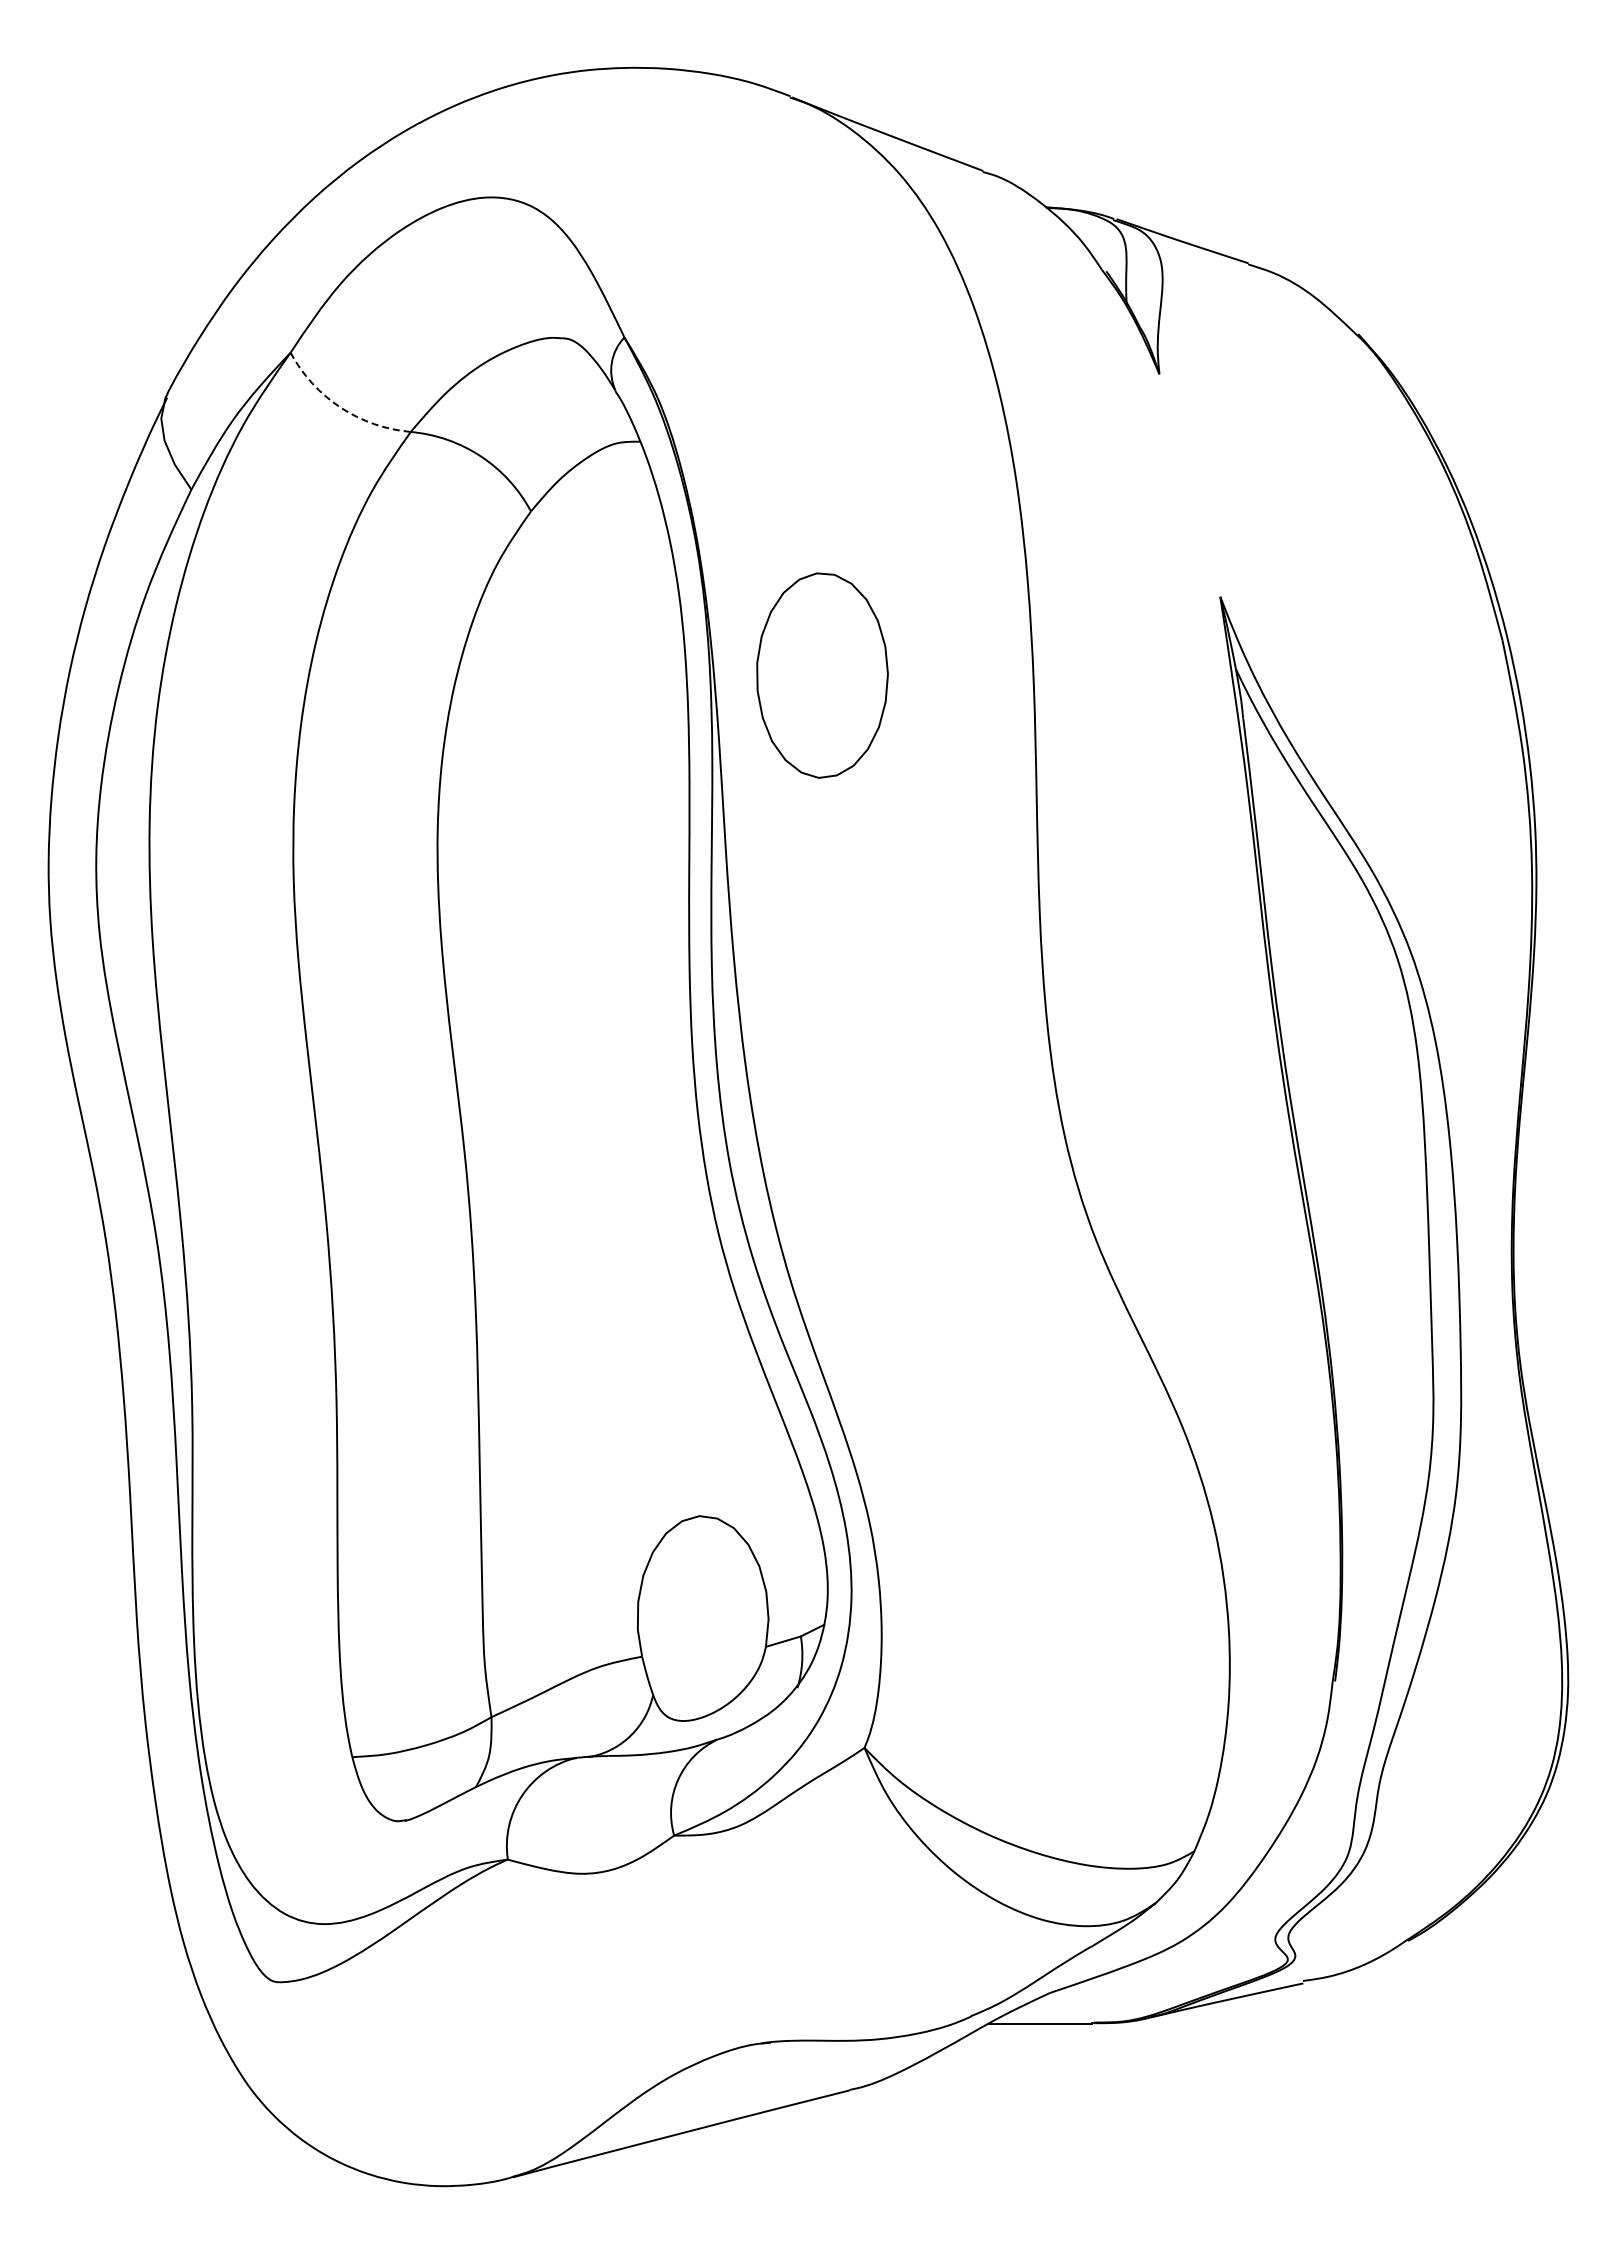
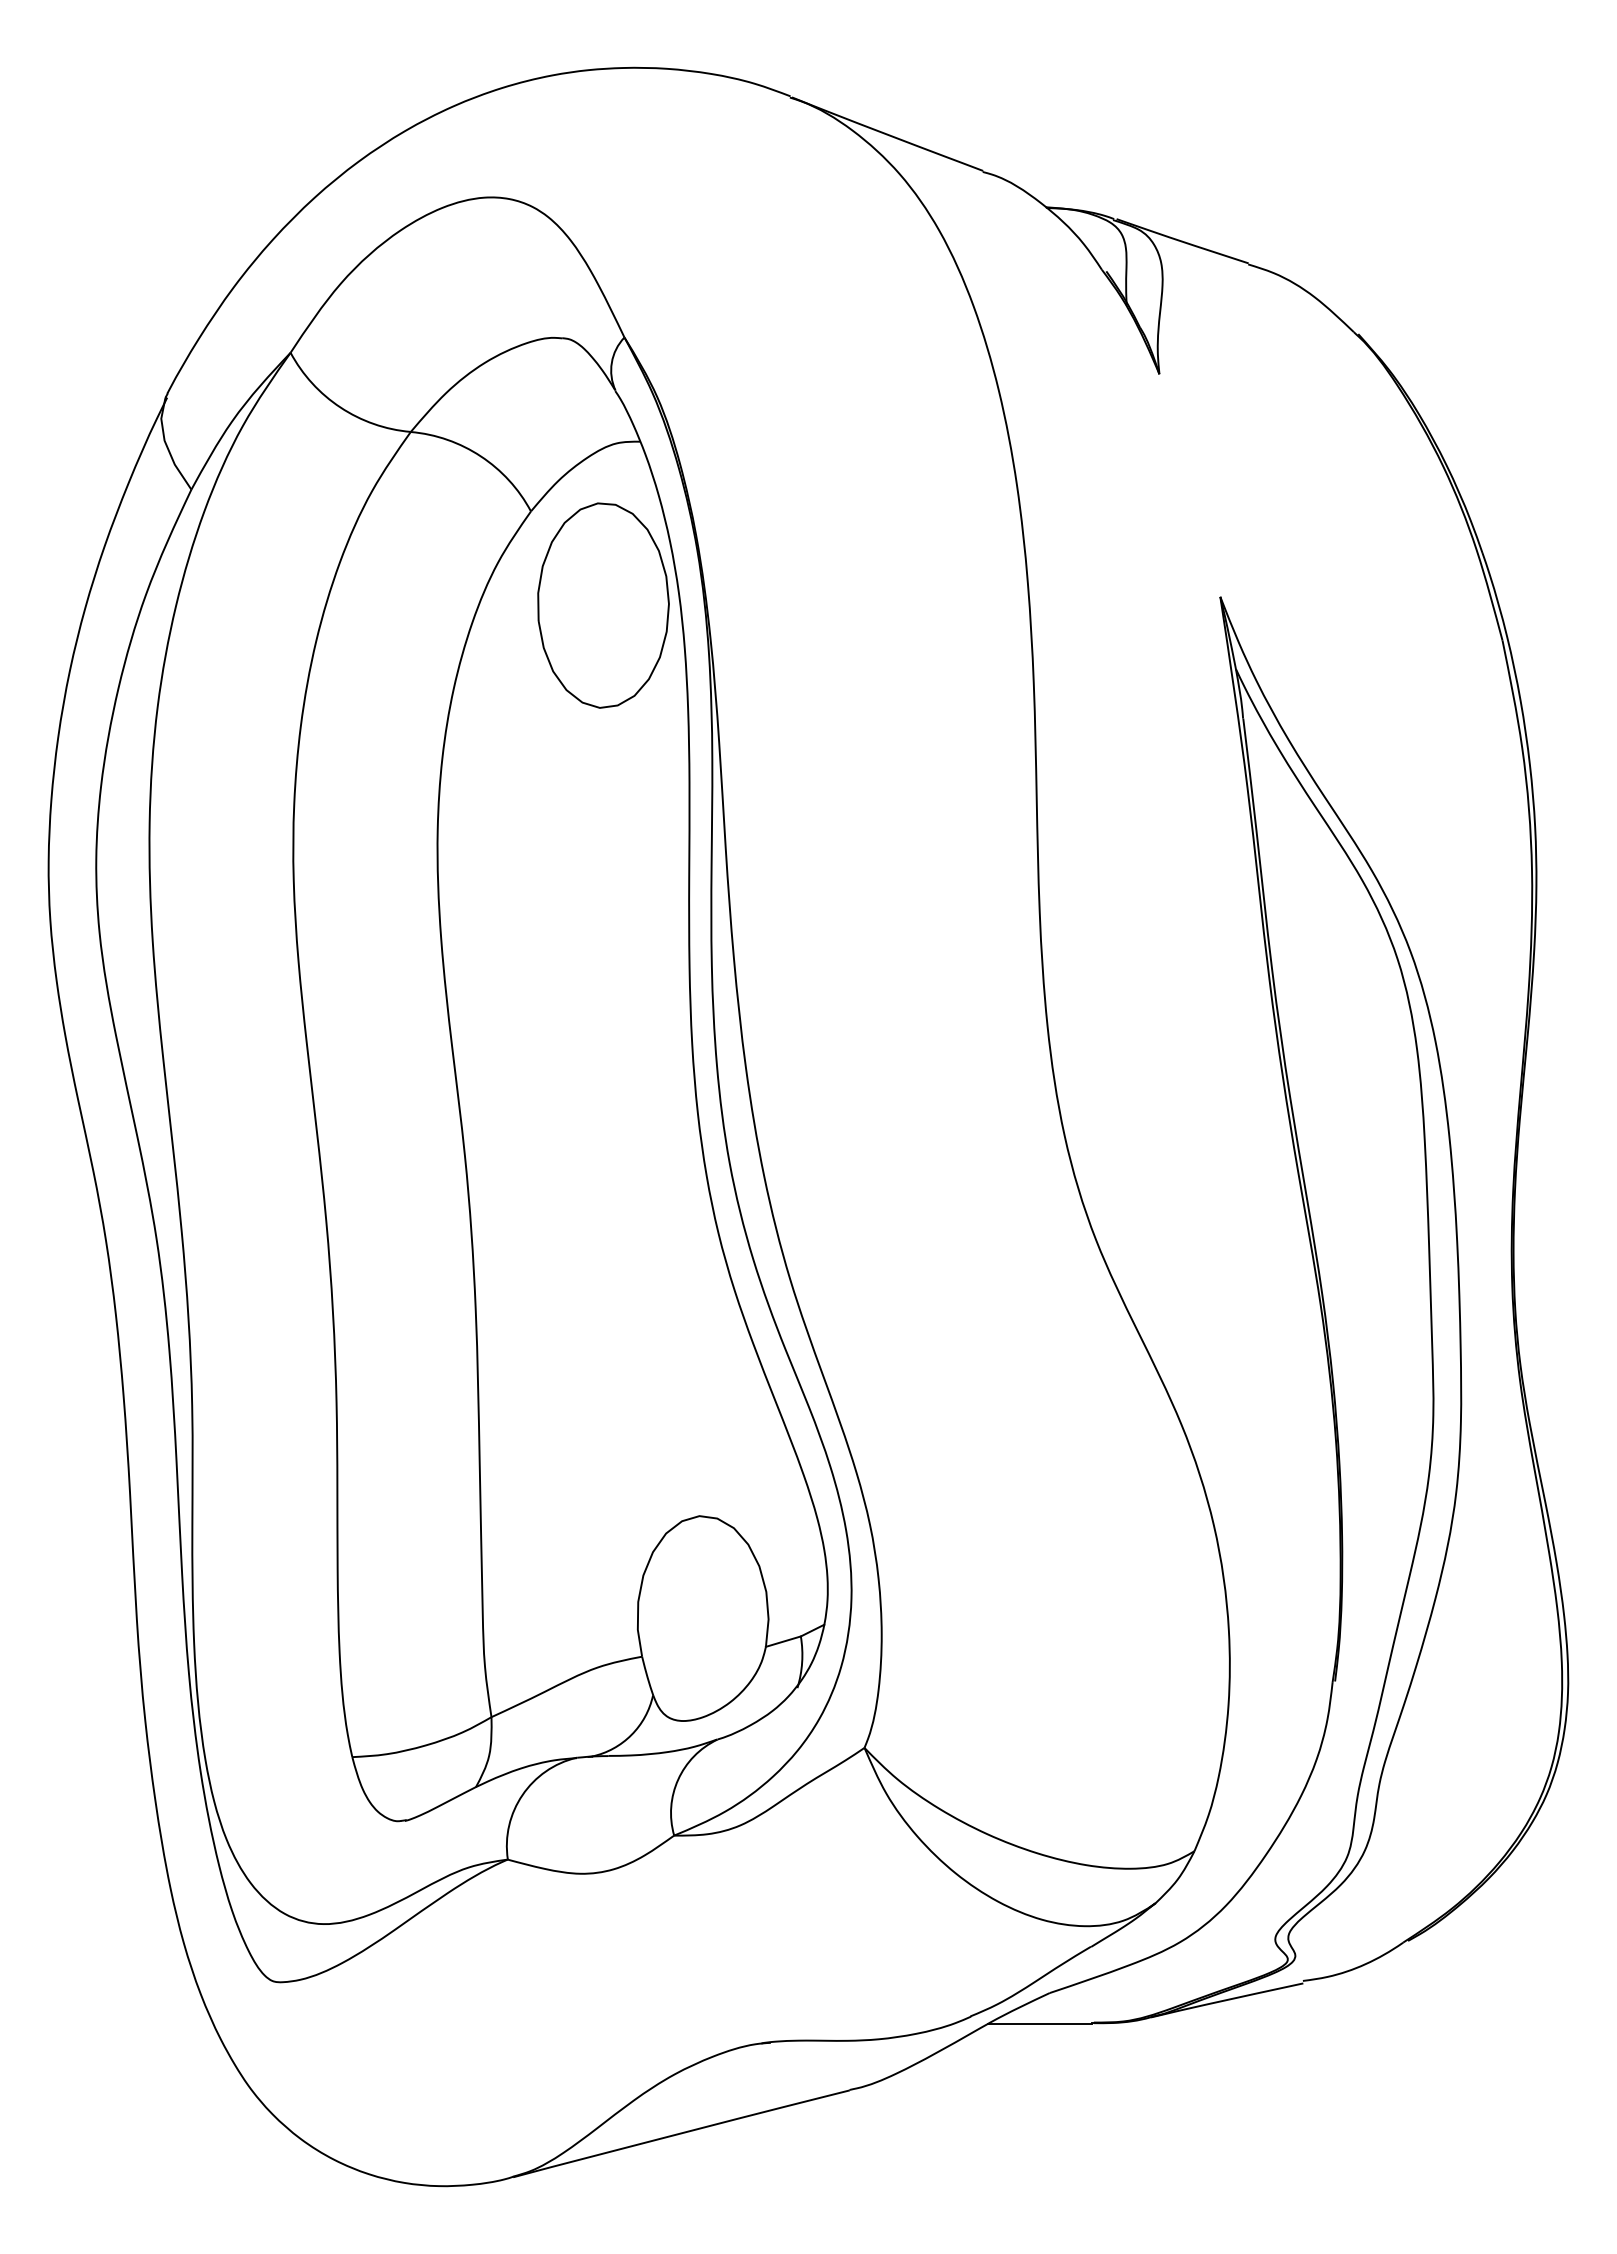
arc at (340, 407): dashed -> solid
part at (822, 675) position: (822, 675) -> (603, 605)
